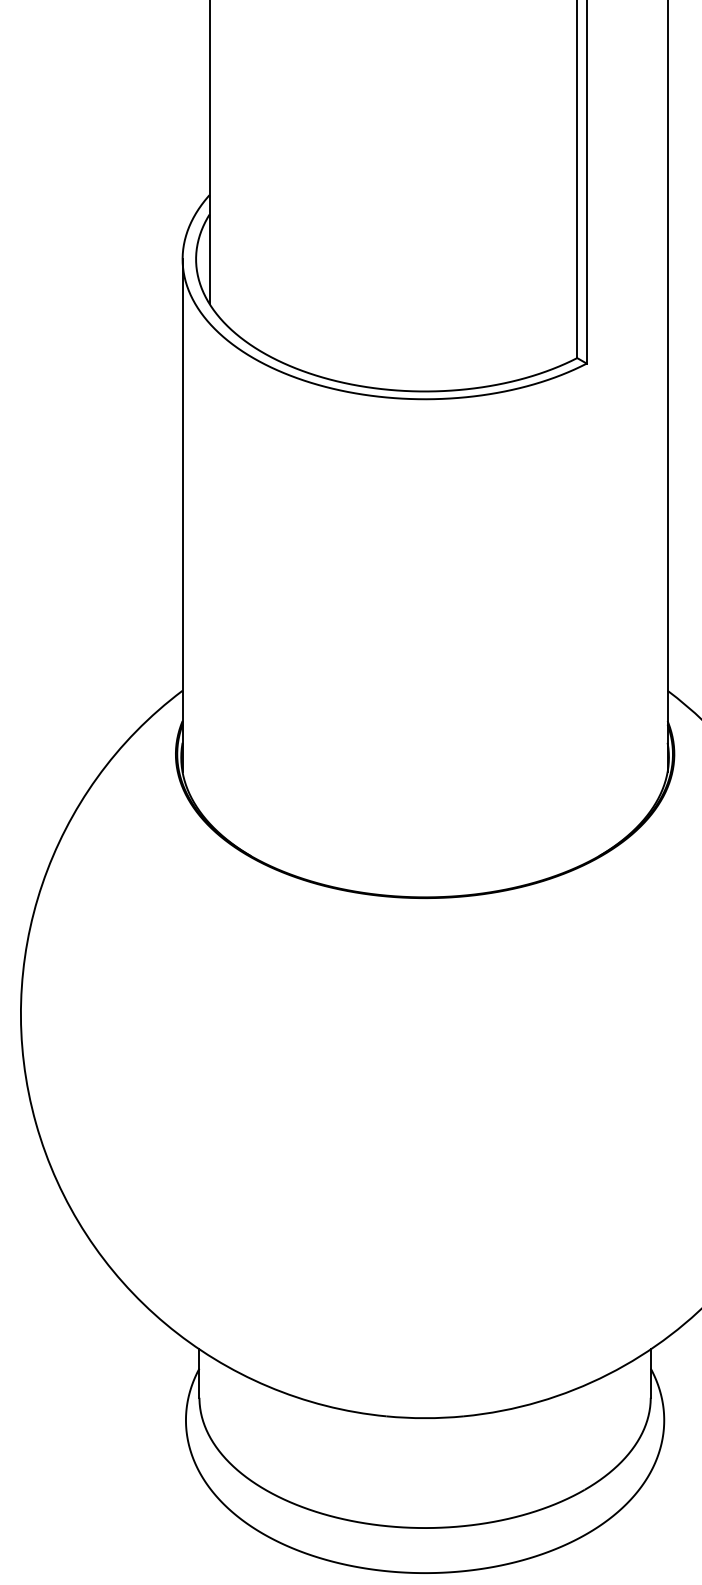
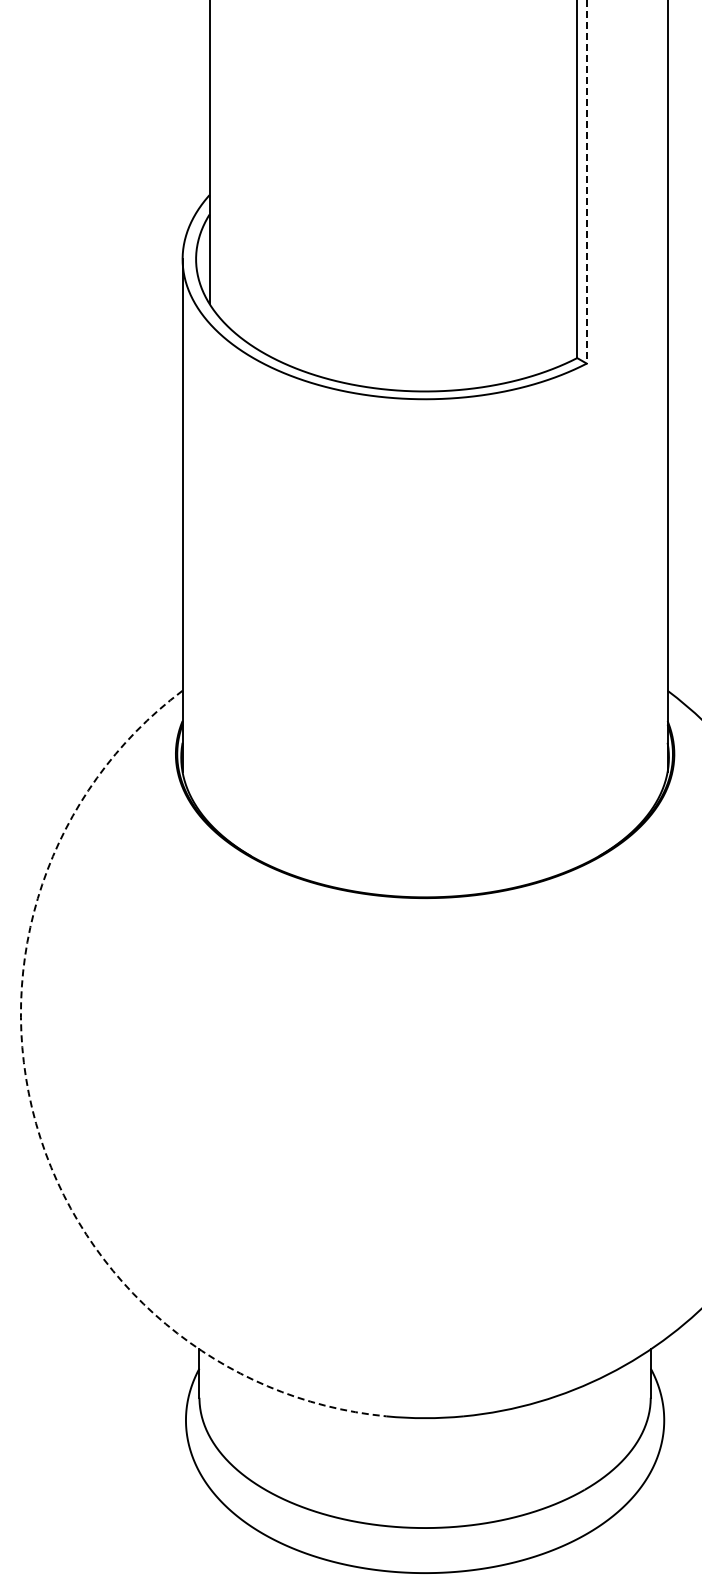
line at (586, 182): solid -> dashed
arc at (36, 1123): solid -> dashed
